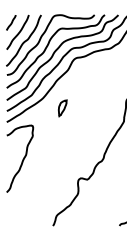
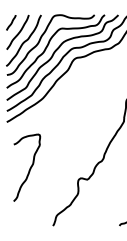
part at (62, 108): present -> none
curve at (22, 159) position: (22, 159) -> (29, 168)
